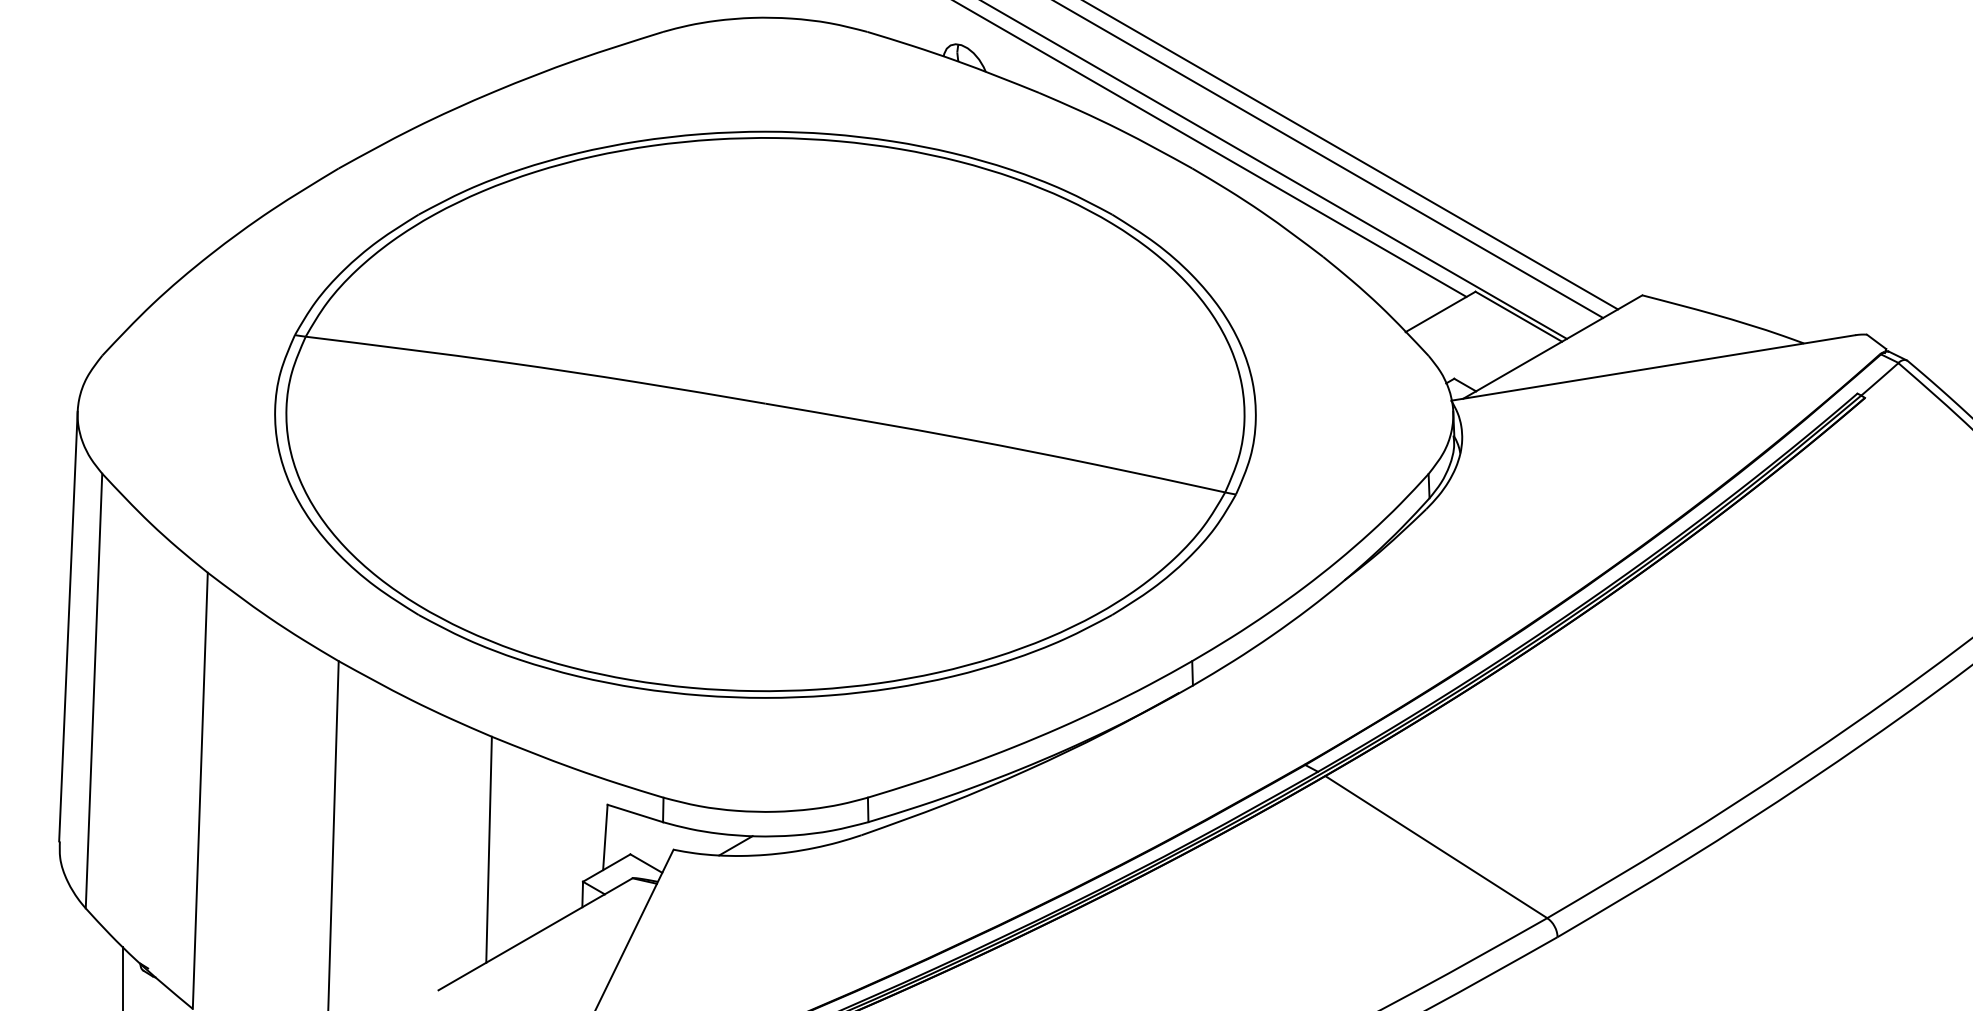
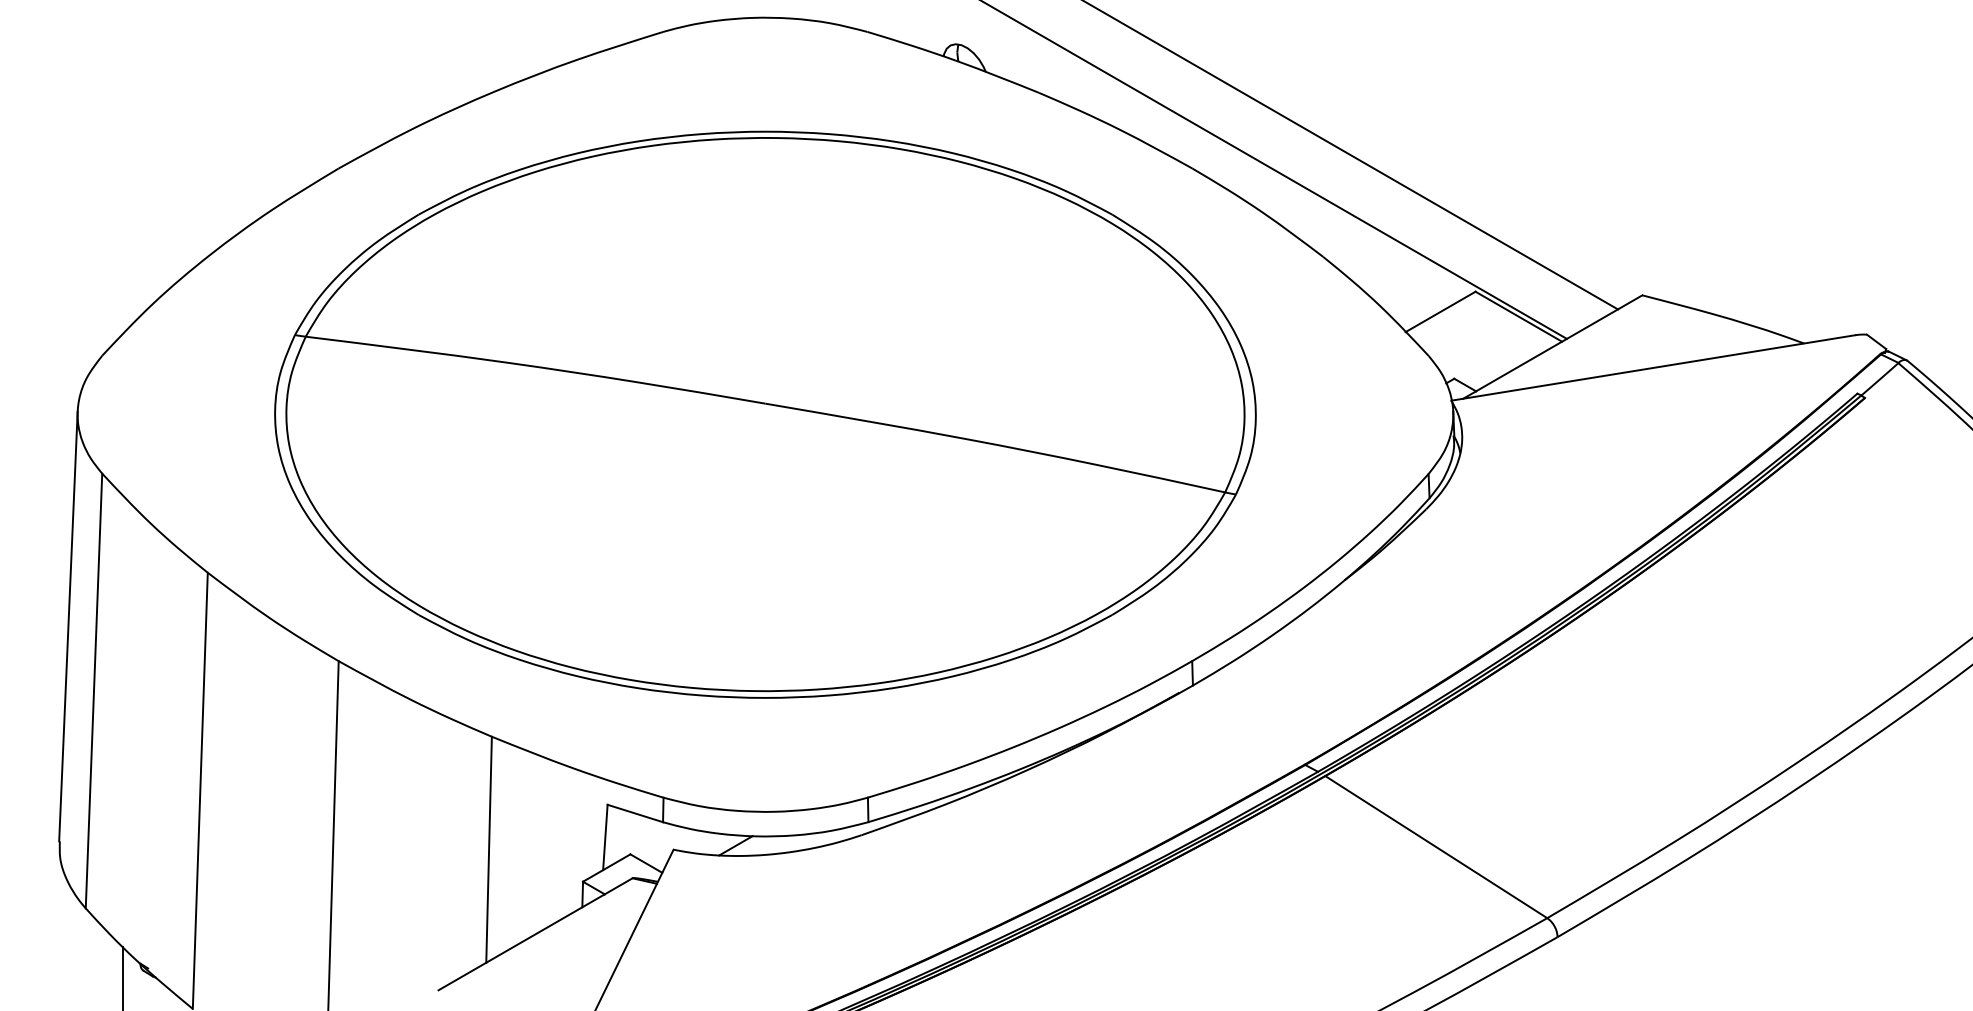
line at (1210, 149): present -> none
line at (1329, 159): present -> none
